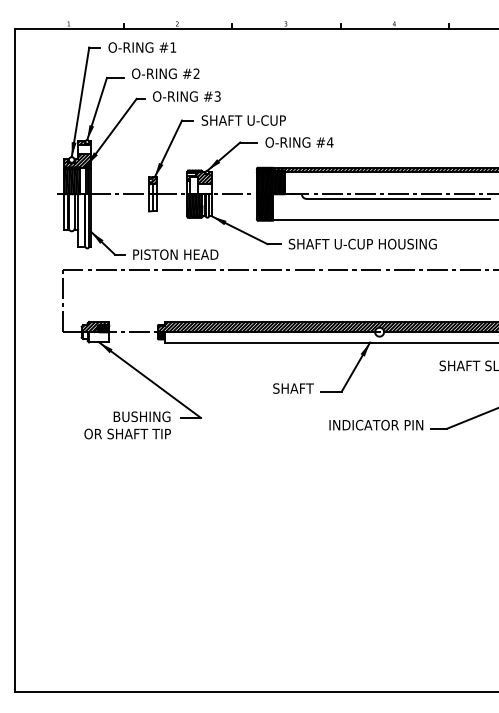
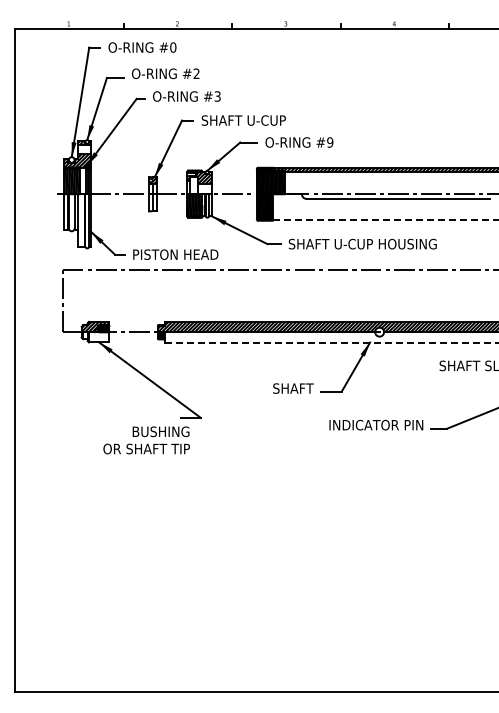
text at (173, 47): #1 -> #0
text at (329, 142): #4 -> #9
line at (386, 220): solid -> dashed
line at (332, 342): solid -> dashed
text at (127, 425) position: (127, 425) -> (146, 440)
